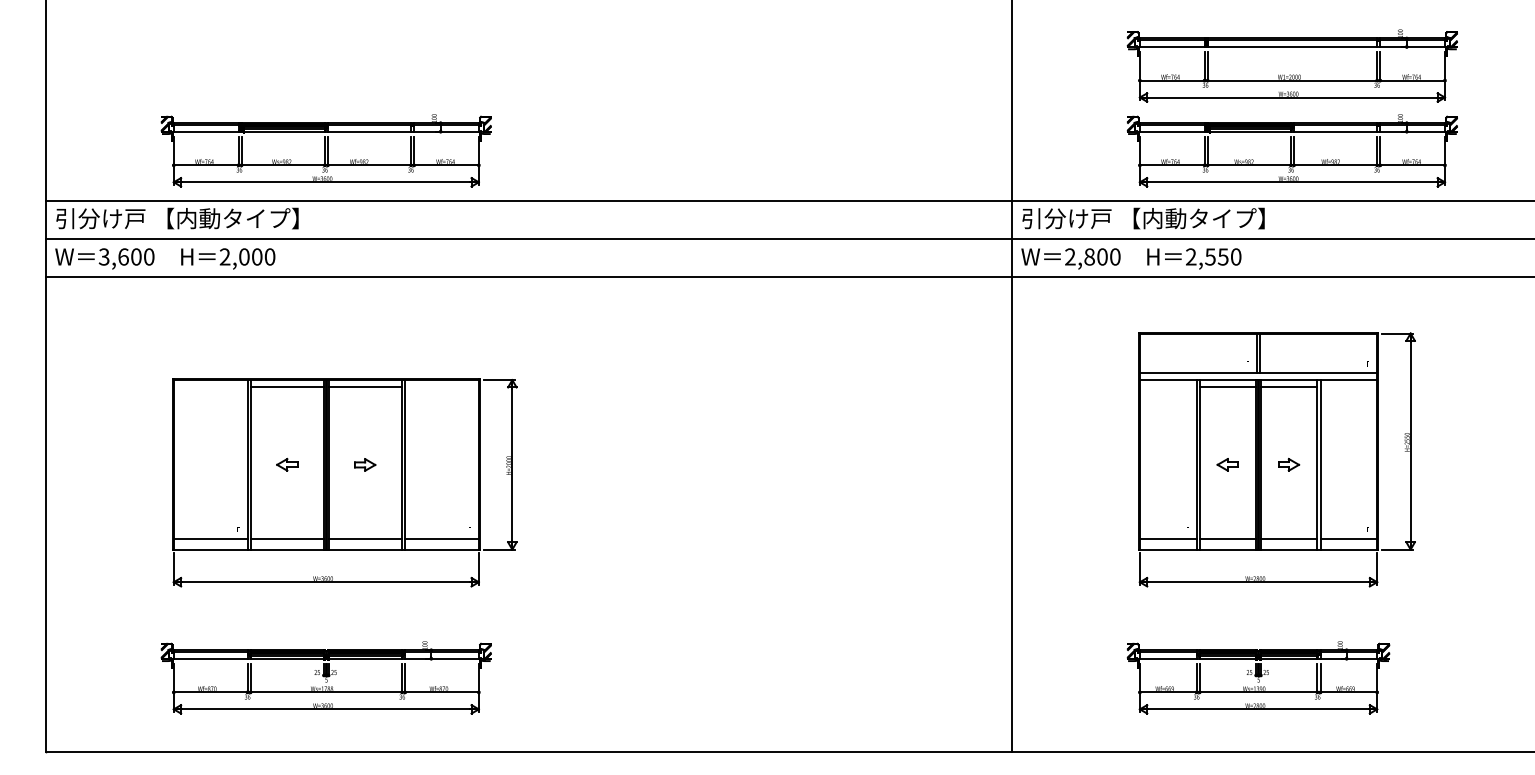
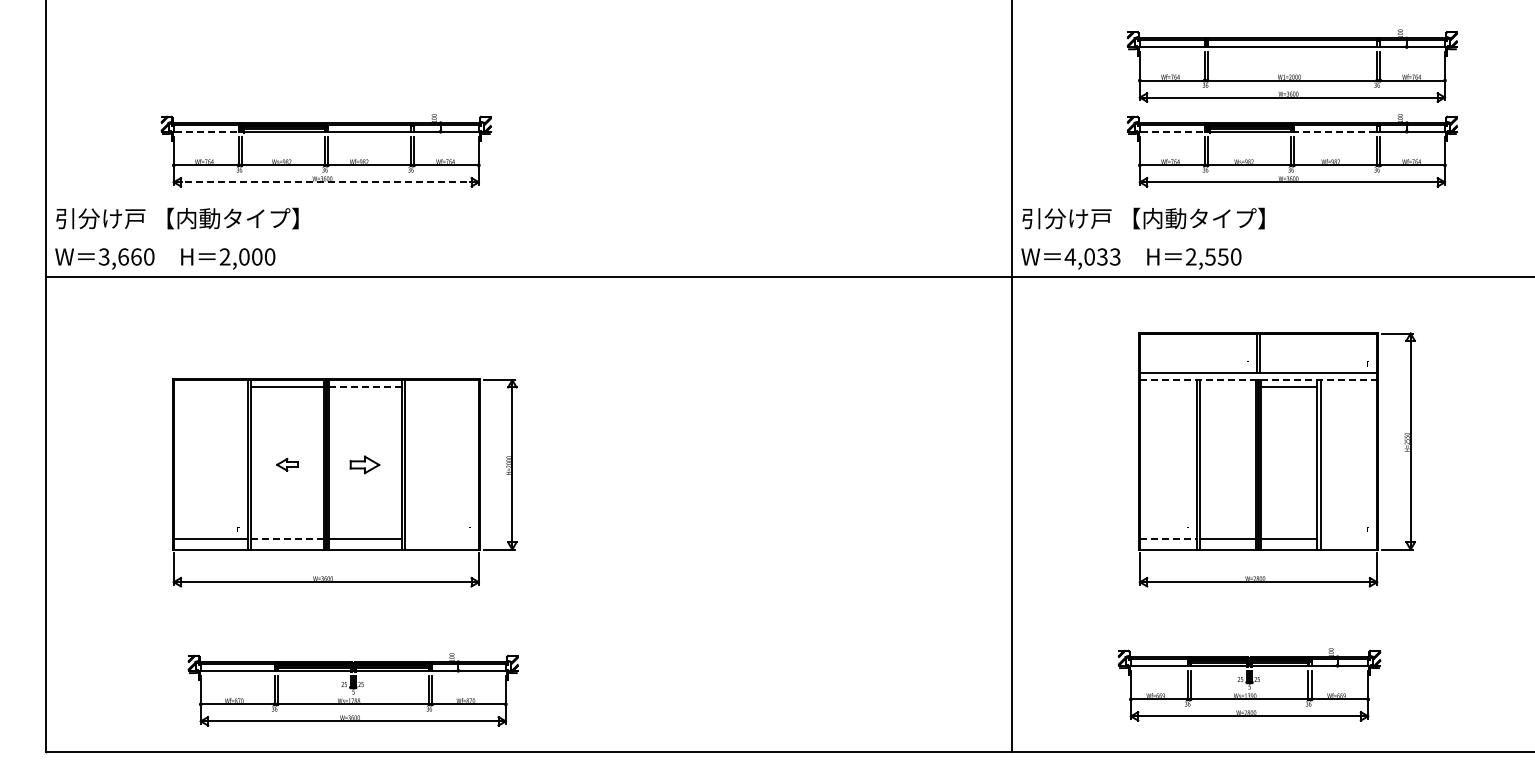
line at (206, 131): solid -> dashed
line at (1172, 131): solid -> dashed
line at (1335, 131): solid -> dashed
line at (326, 182): solid -> dashed
line at (788, 200): present -> none
line at (788, 239): present -> none
text at (136, 256): 3,600 -> 3,660
text at (1092, 256): 2,800 -> 4,033
line at (1258, 380): solid -> dashed
line at (365, 386): solid -> dashed
line at (1227, 386): present -> none
part at (365, 464) size: 23x14 px -> 32x20 px
part at (1227, 464): present -> none
part at (1289, 464): present -> none
line at (287, 539): solid -> dashed
line at (441, 539): present -> none
line at (1168, 539): solid -> dashed
line at (1348, 539): present -> none
part at (325, 677) position: (325, 677) -> (352, 689)
part at (1258, 677) position: (1258, 677) -> (1249, 684)
